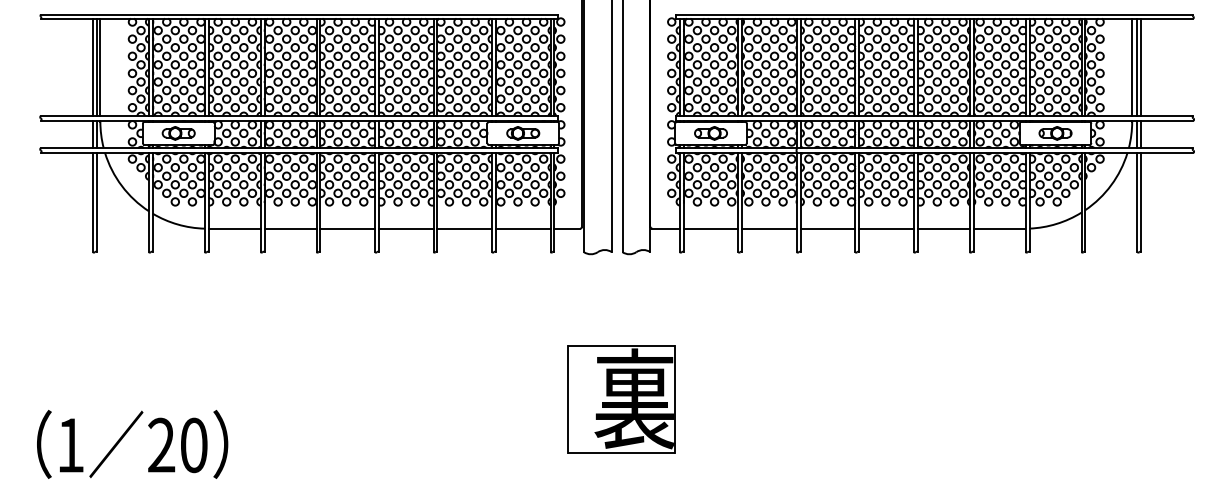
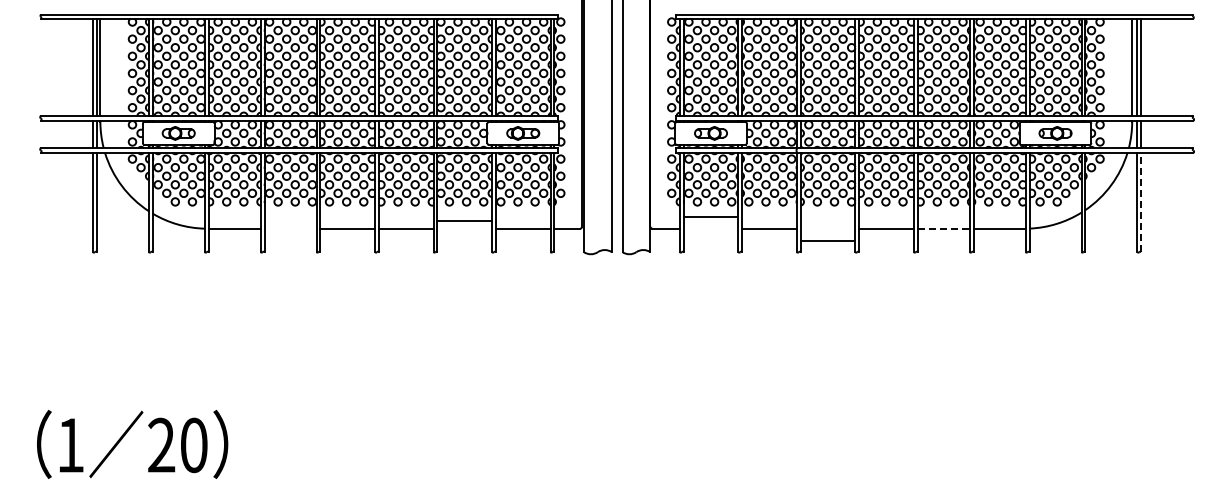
line at (1141, 202): solid -> dashed
line at (290, 228): present -> none
line at (464, 228) position: (464, 228) -> (464, 220)
line at (710, 228) position: (710, 228) -> (710, 216)
line at (827, 228) position: (827, 228) -> (827, 240)
line at (944, 228): solid -> dashed
part at (621, 399): present -> none
